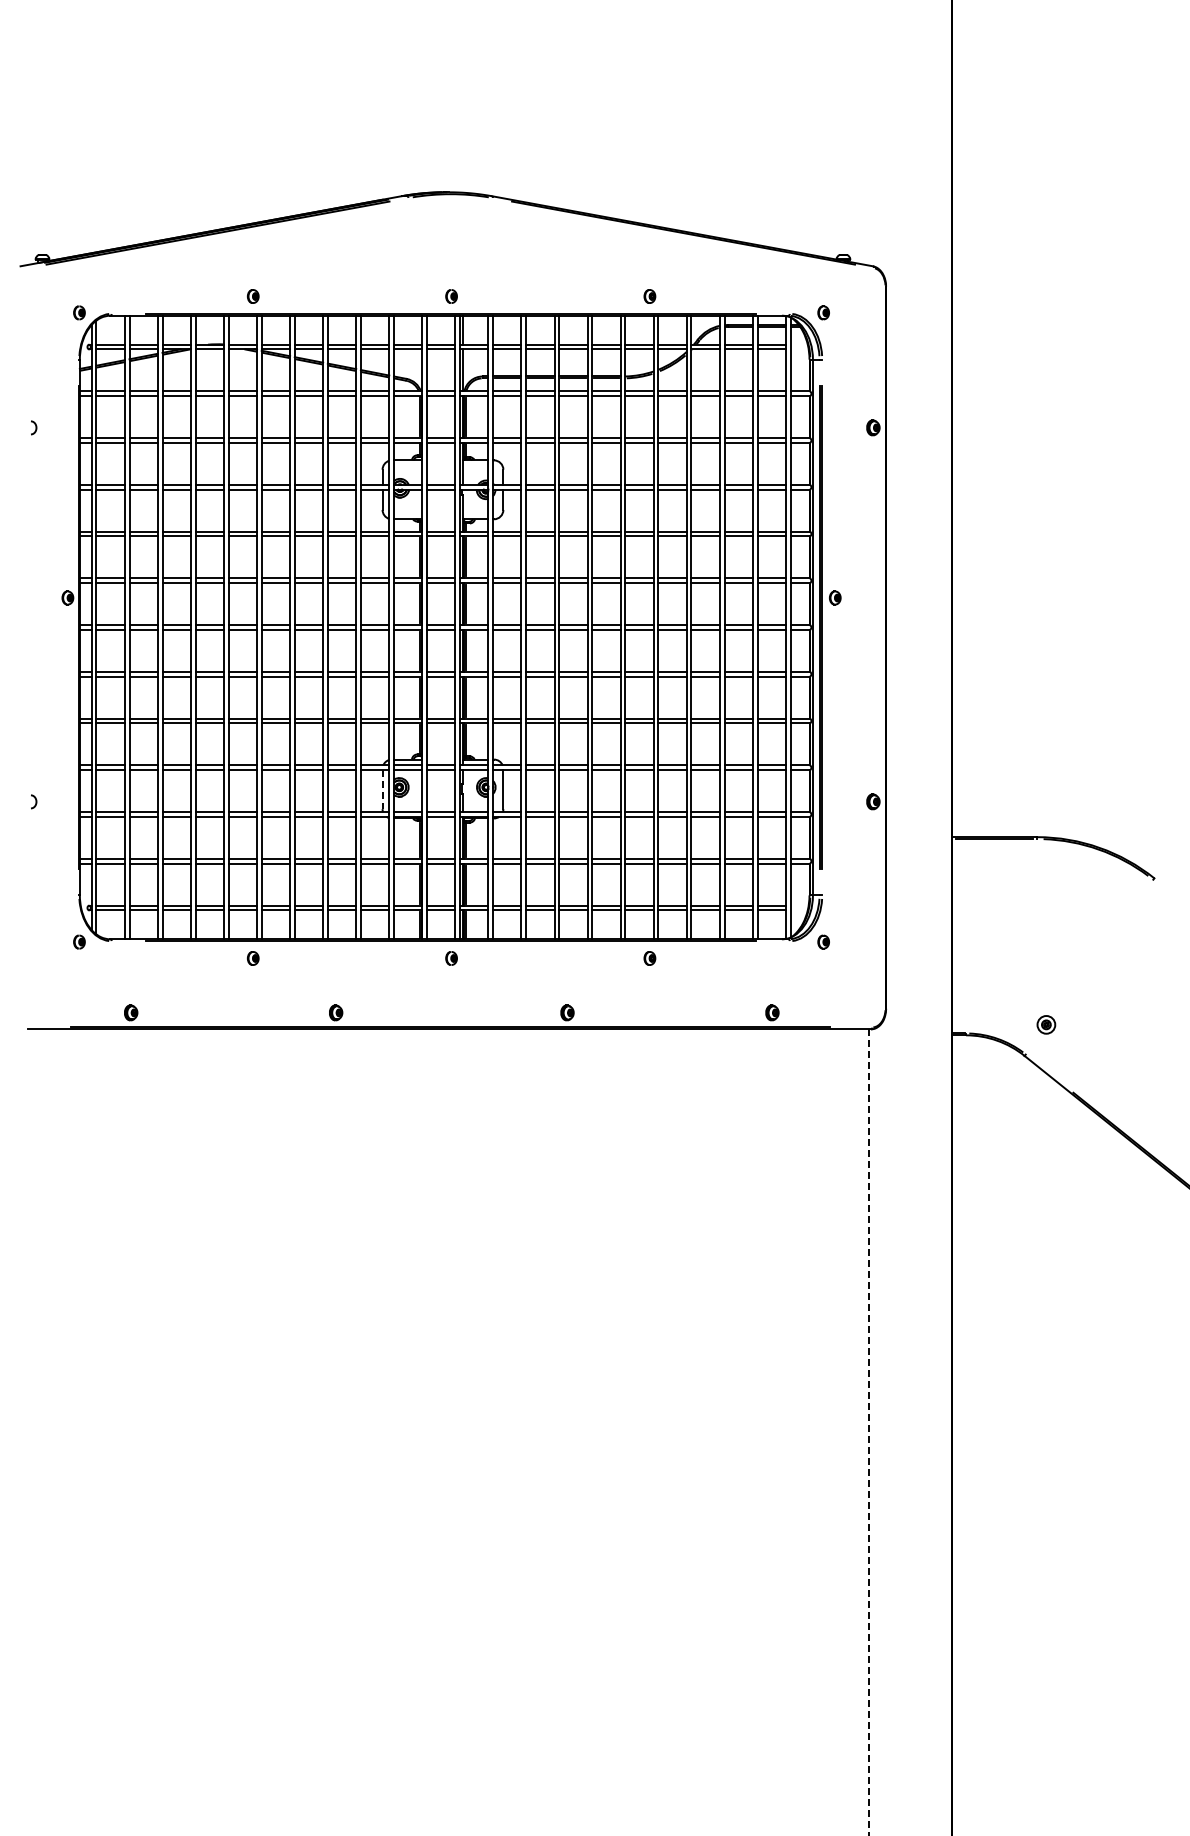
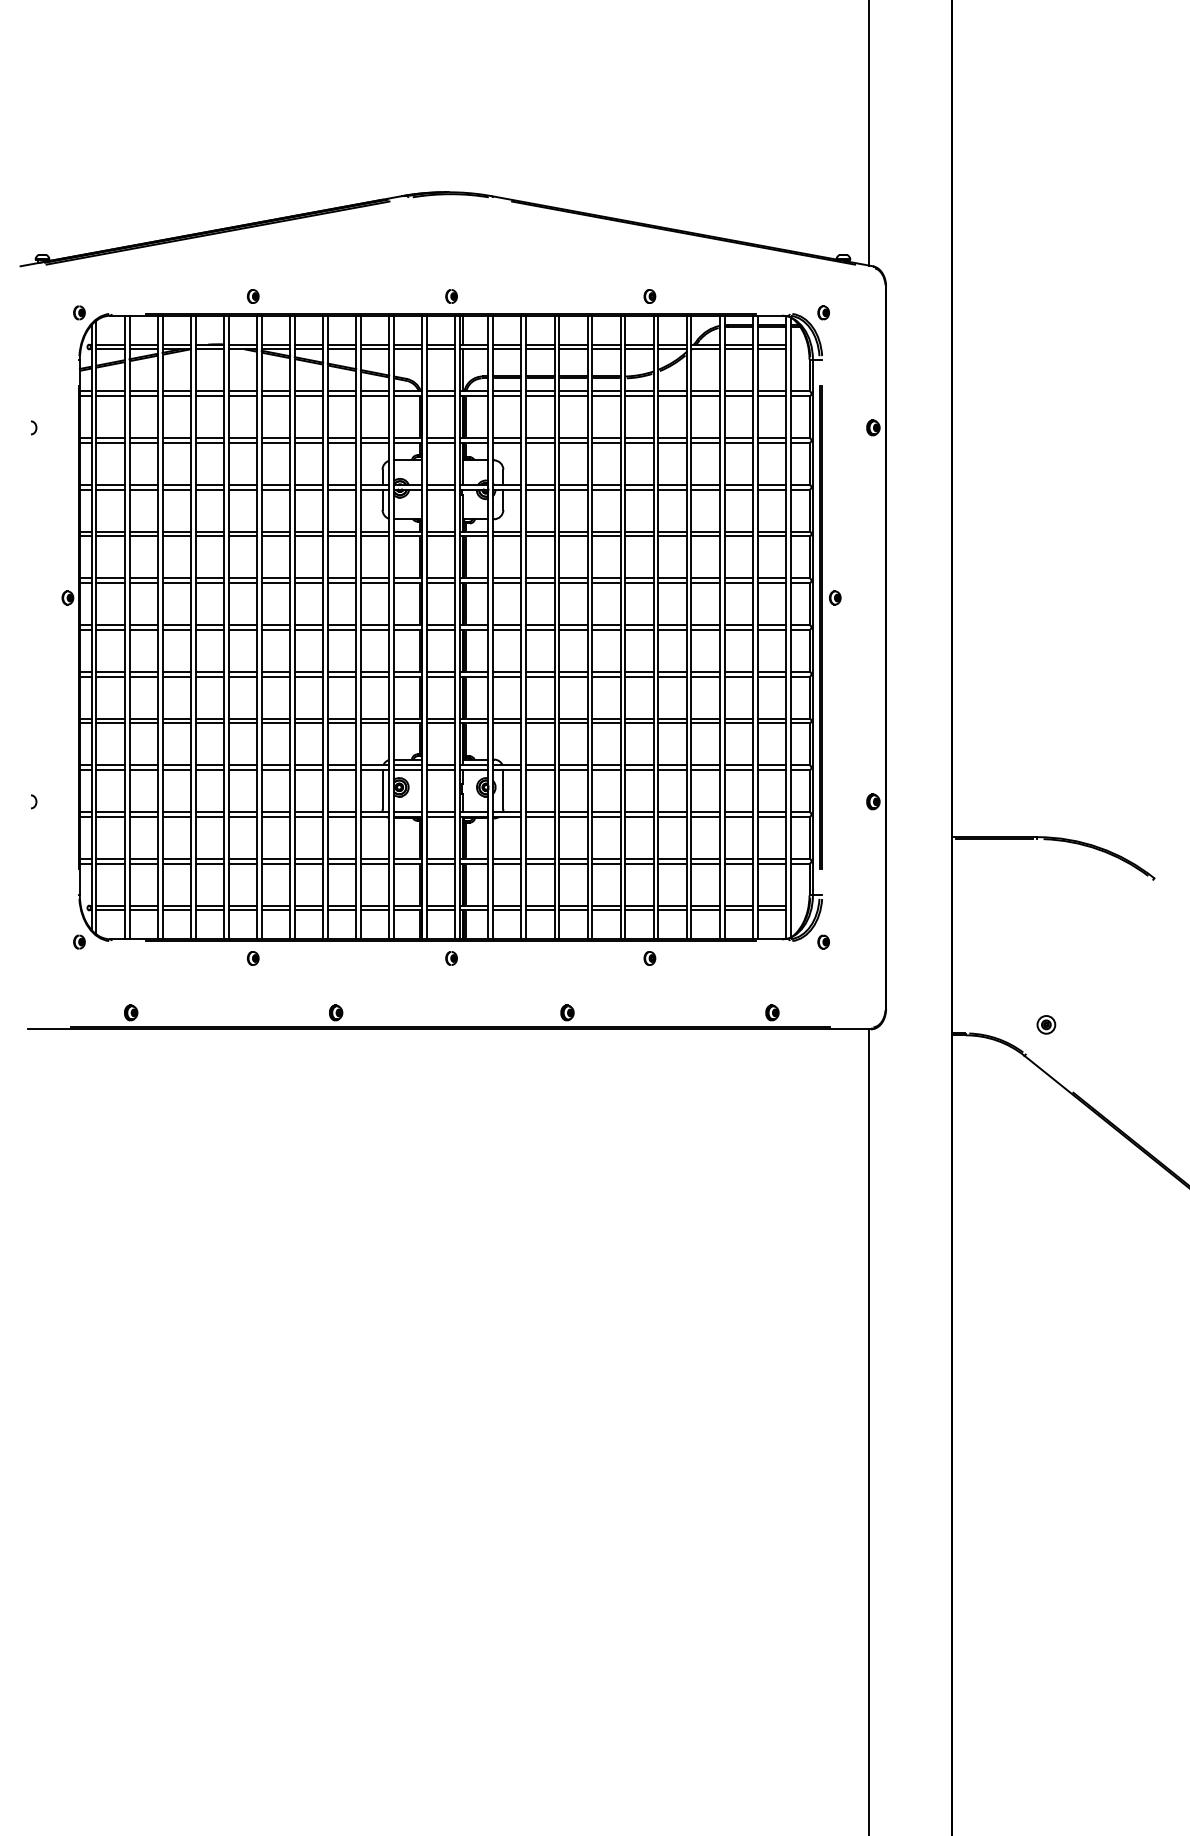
line at (868, 133): none -> present
line at (382, 789): dashed -> solid
line at (868, 1432): dashed -> solid
